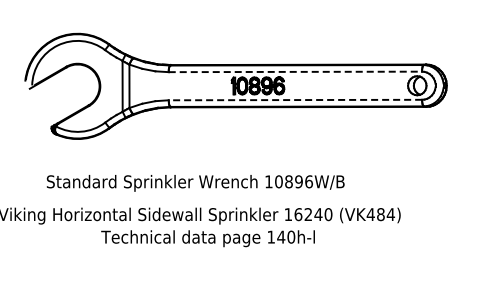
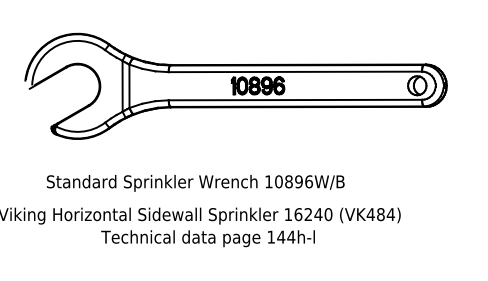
line at (295, 71): dashed -> solid
line at (295, 100): dashed -> solid
text at (291, 236): 140h-l -> 144h-l
